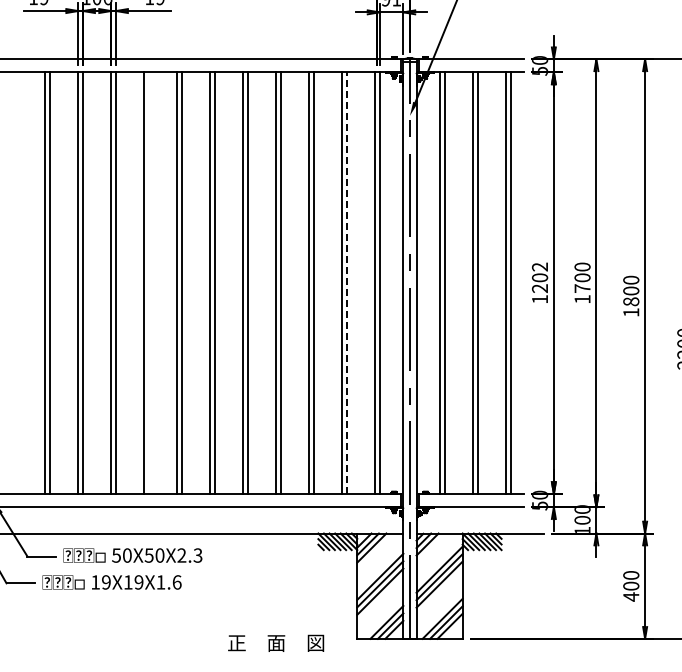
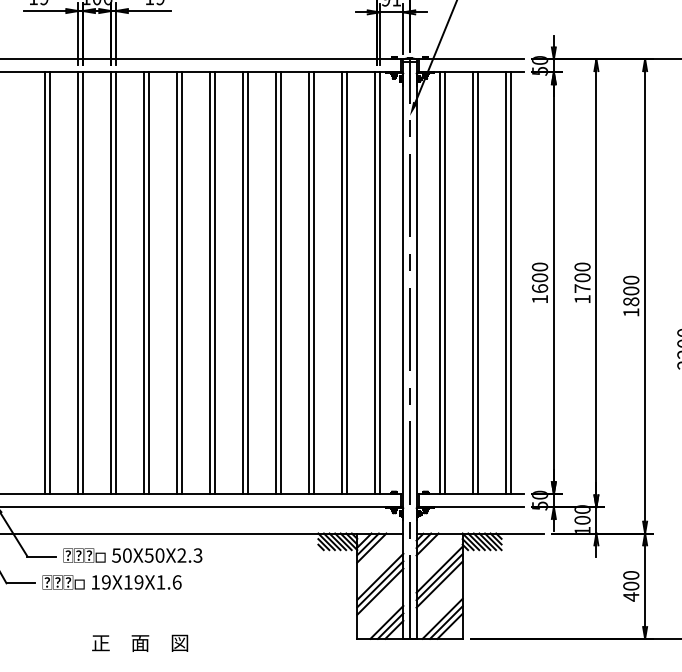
text at (539, 277): 1202 -> 1600
line at (149, 282): none -> present
line at (346, 283): dashed -> solid
text at (276, 642) position: (276, 642) -> (140, 642)
